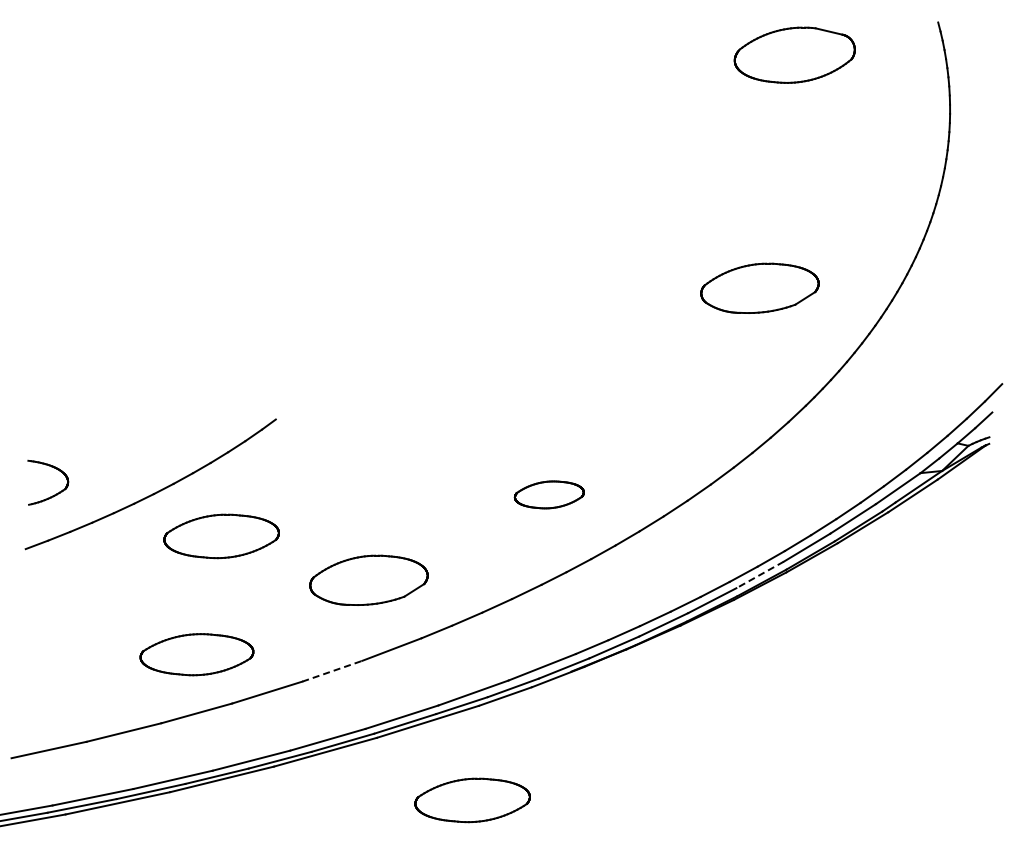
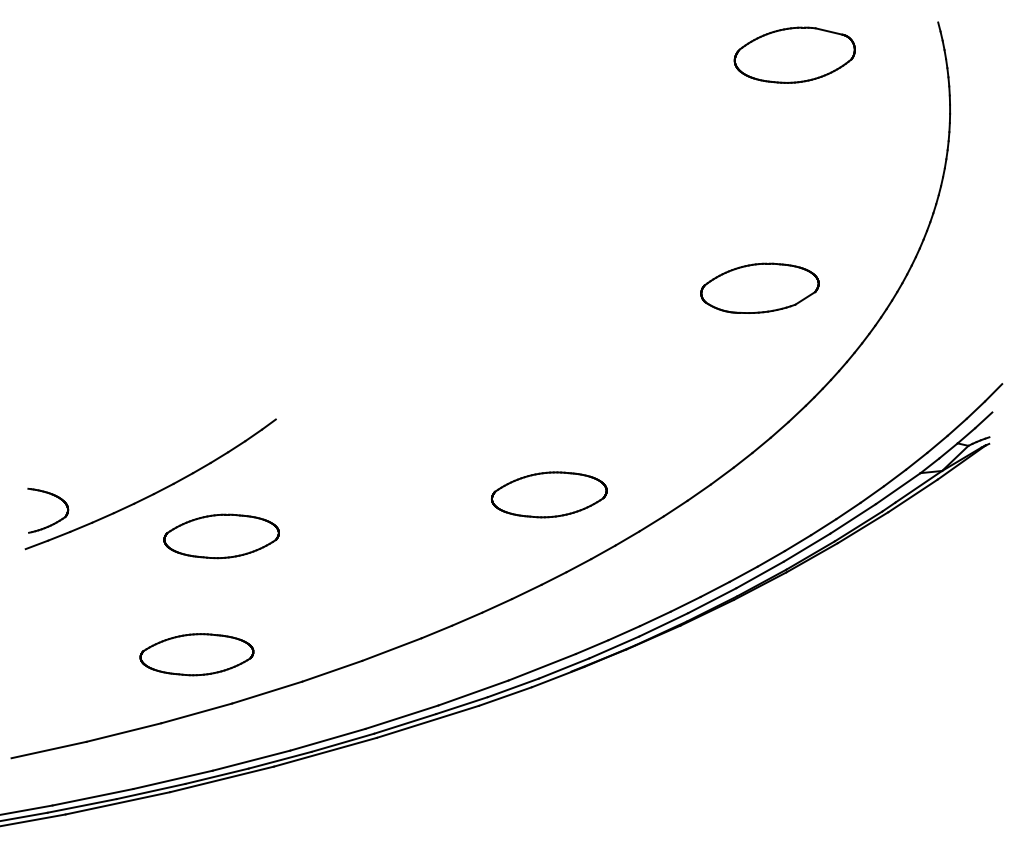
part at (54, 494) position: (54, 494) -> (54, 522)
part at (548, 494) size: 72x30 px -> 117x48 px
line at (759, 575): dashed -> solid
part at (368, 579): present -> none
line at (332, 671): dashed -> solid
part at (472, 800): present -> none
